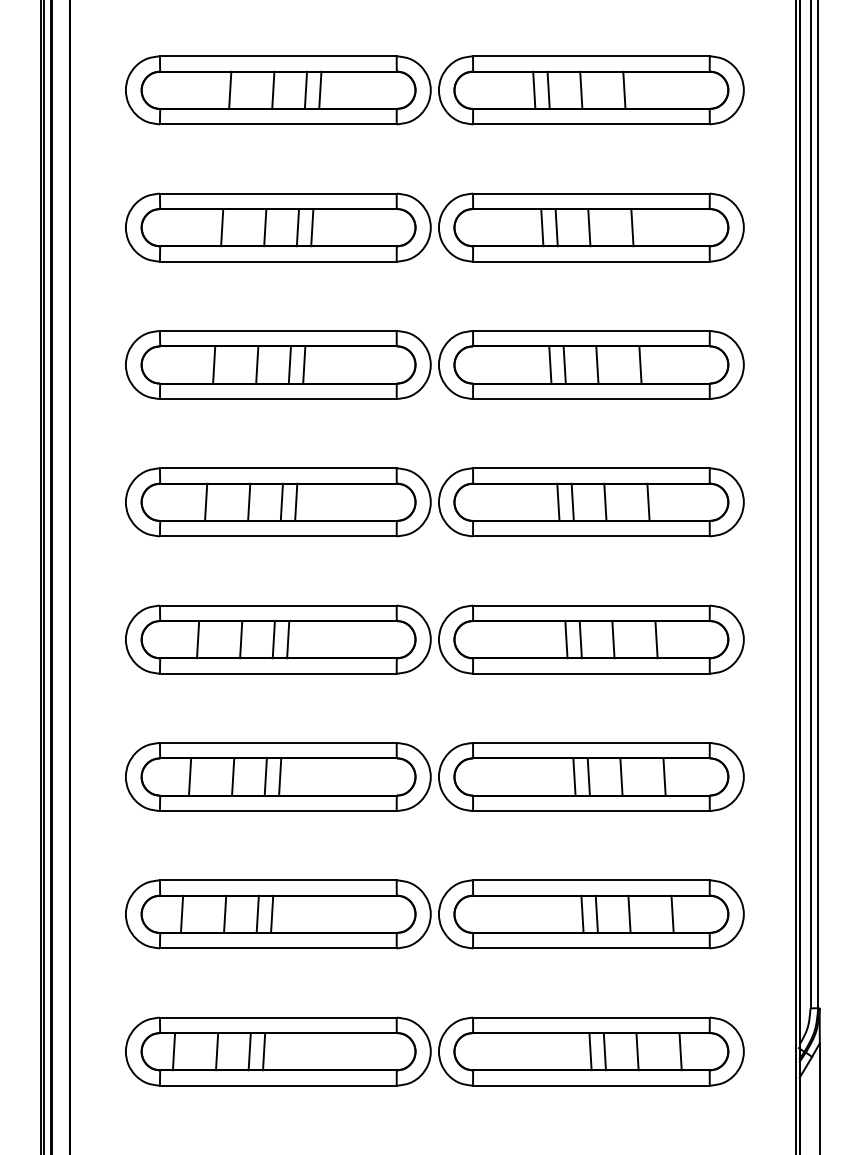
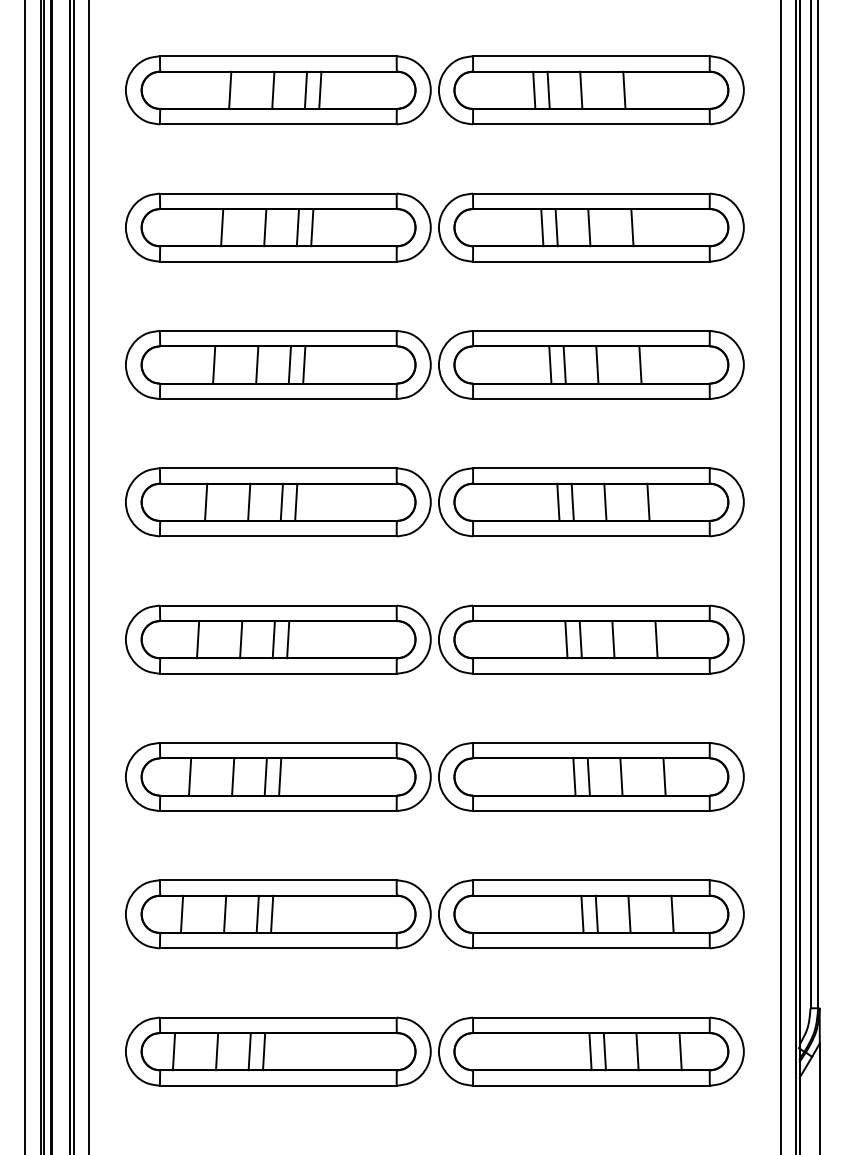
line at (25, 576): none -> present
line at (73, 576): none -> present
line at (88, 576): none -> present
line at (780, 576): none -> present
